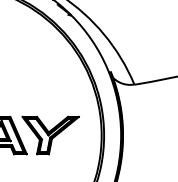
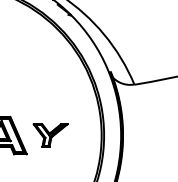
part at (50, 135) size: 59x41 px -> 37x25 px
